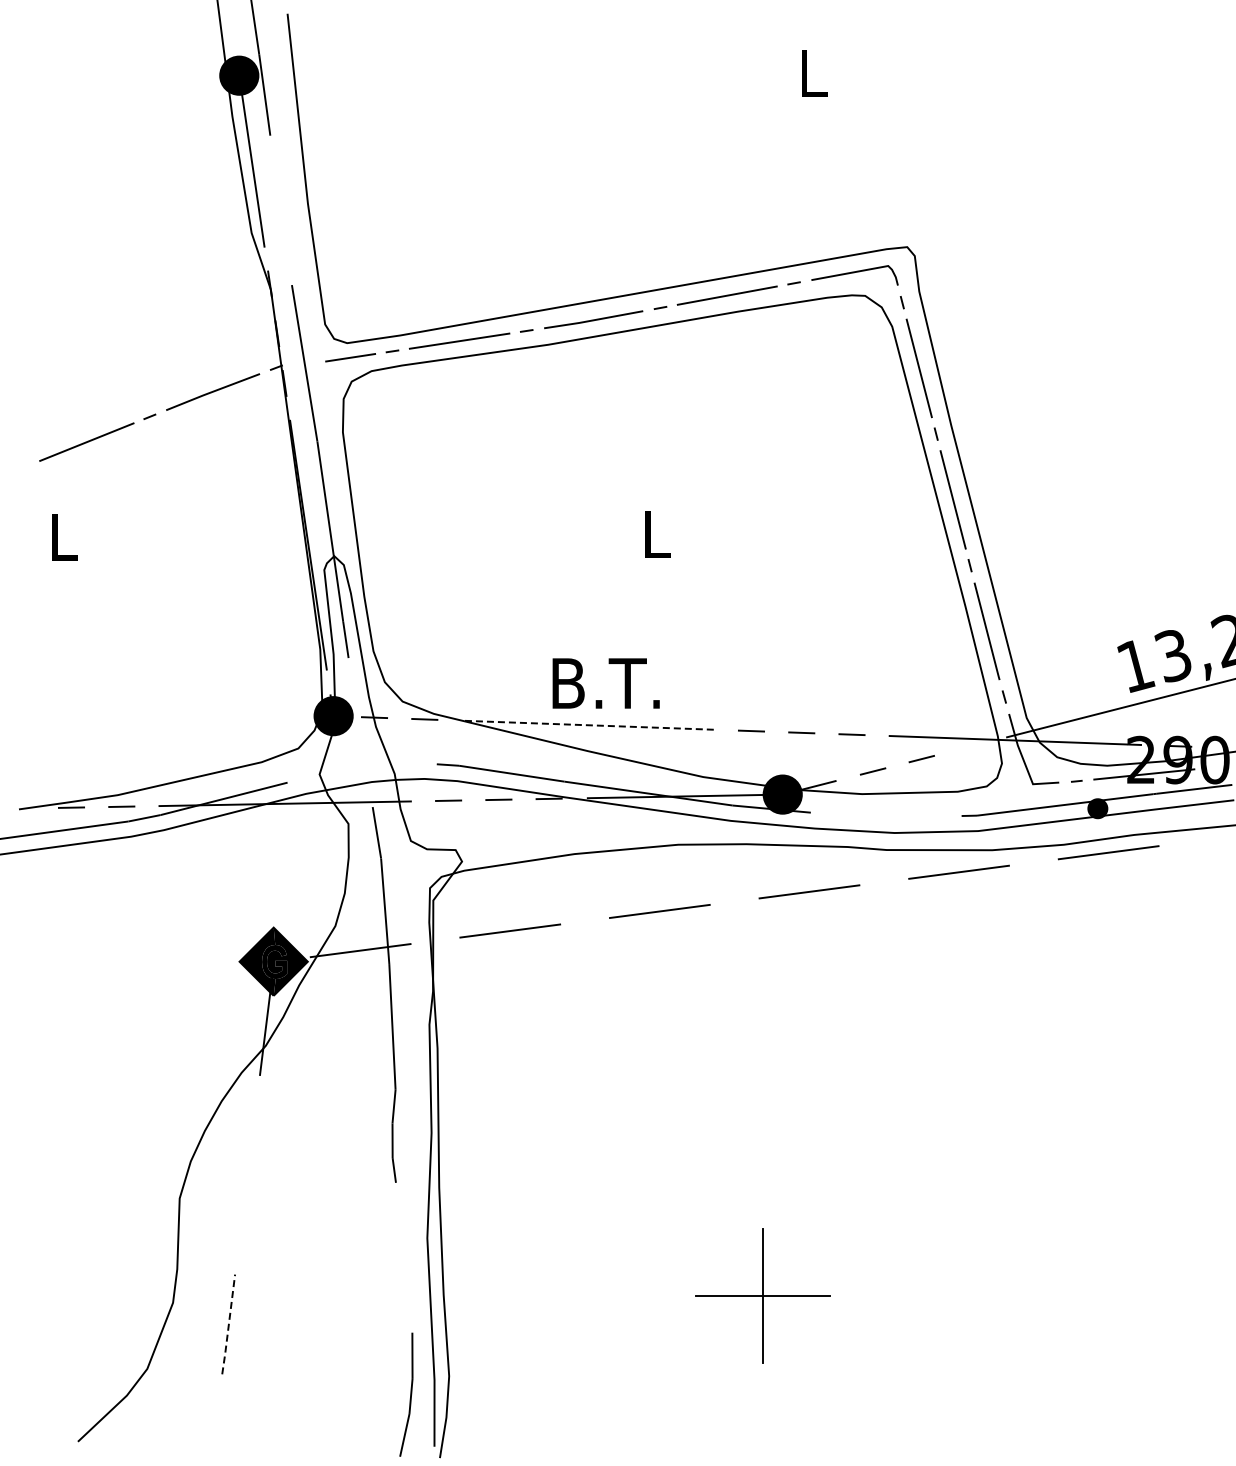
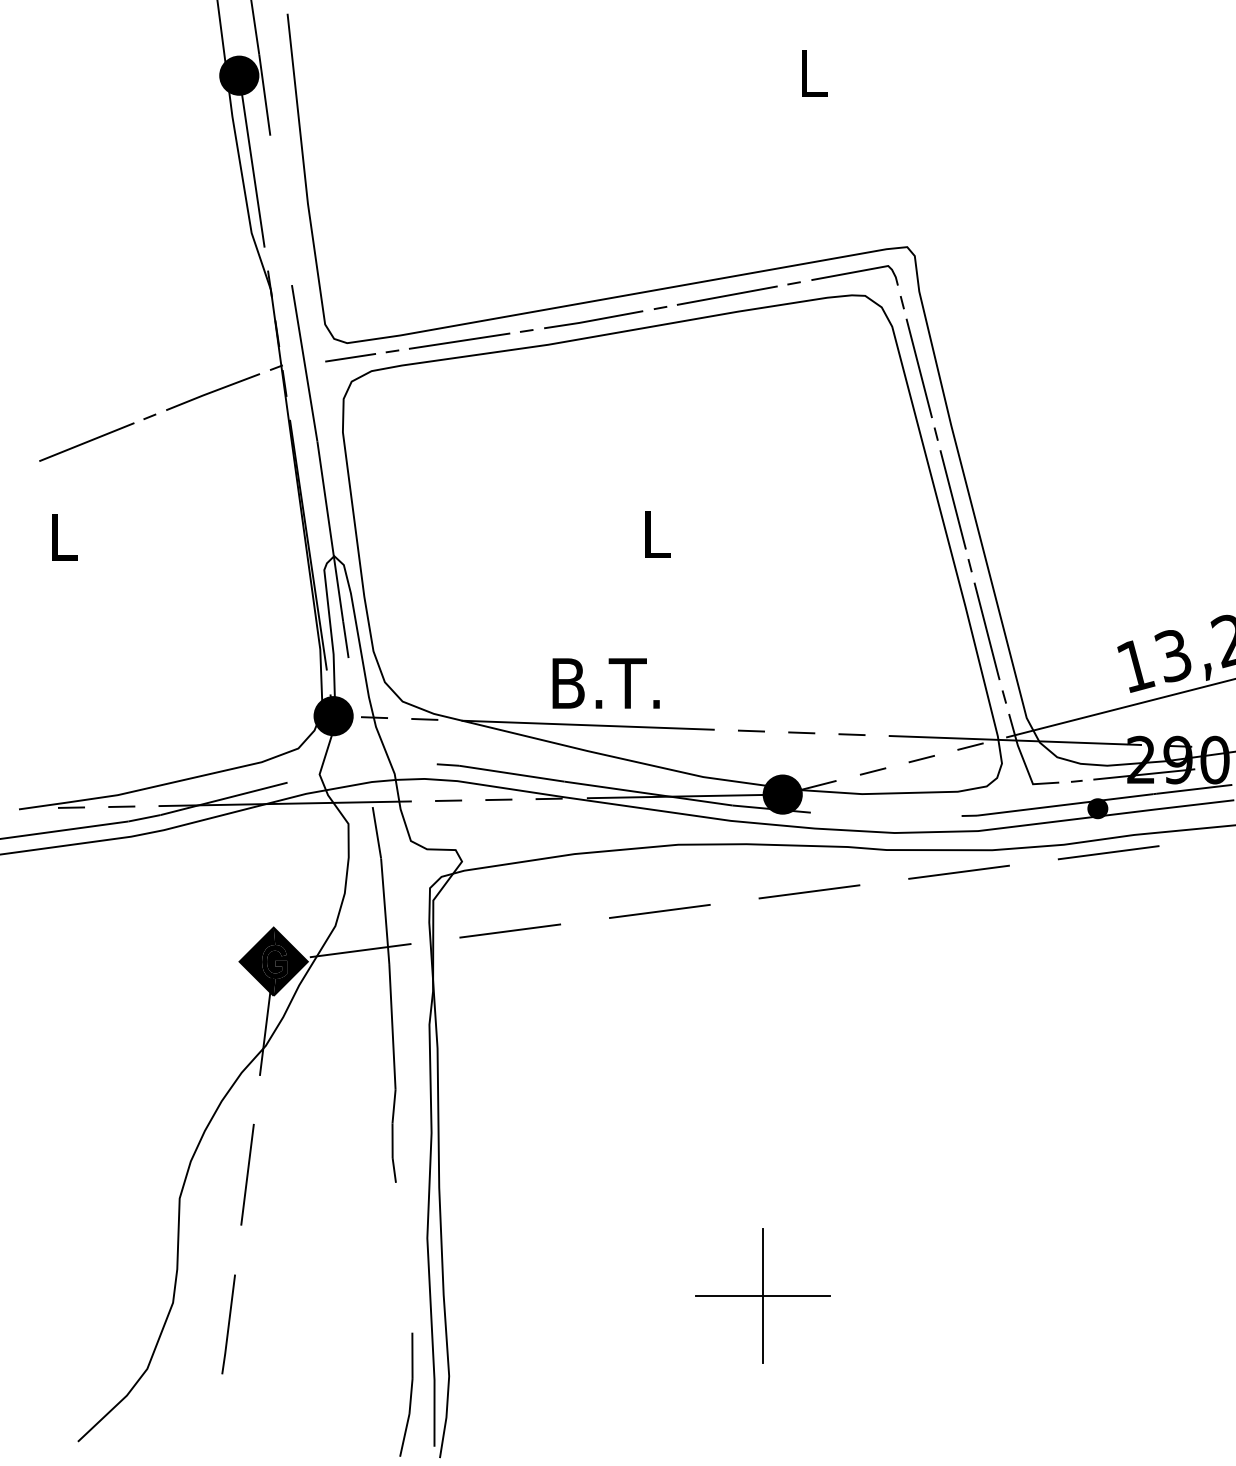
line at (588, 725): dashed -> solid
line at (970, 746): none -> present
line at (247, 1174): none -> present
line at (228, 1325): dashed -> solid
